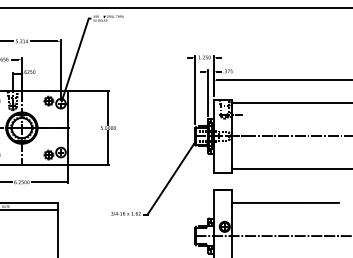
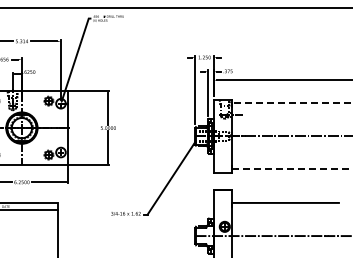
line at (292, 103): solid -> dashed
line at (292, 169): solid -> dashed
